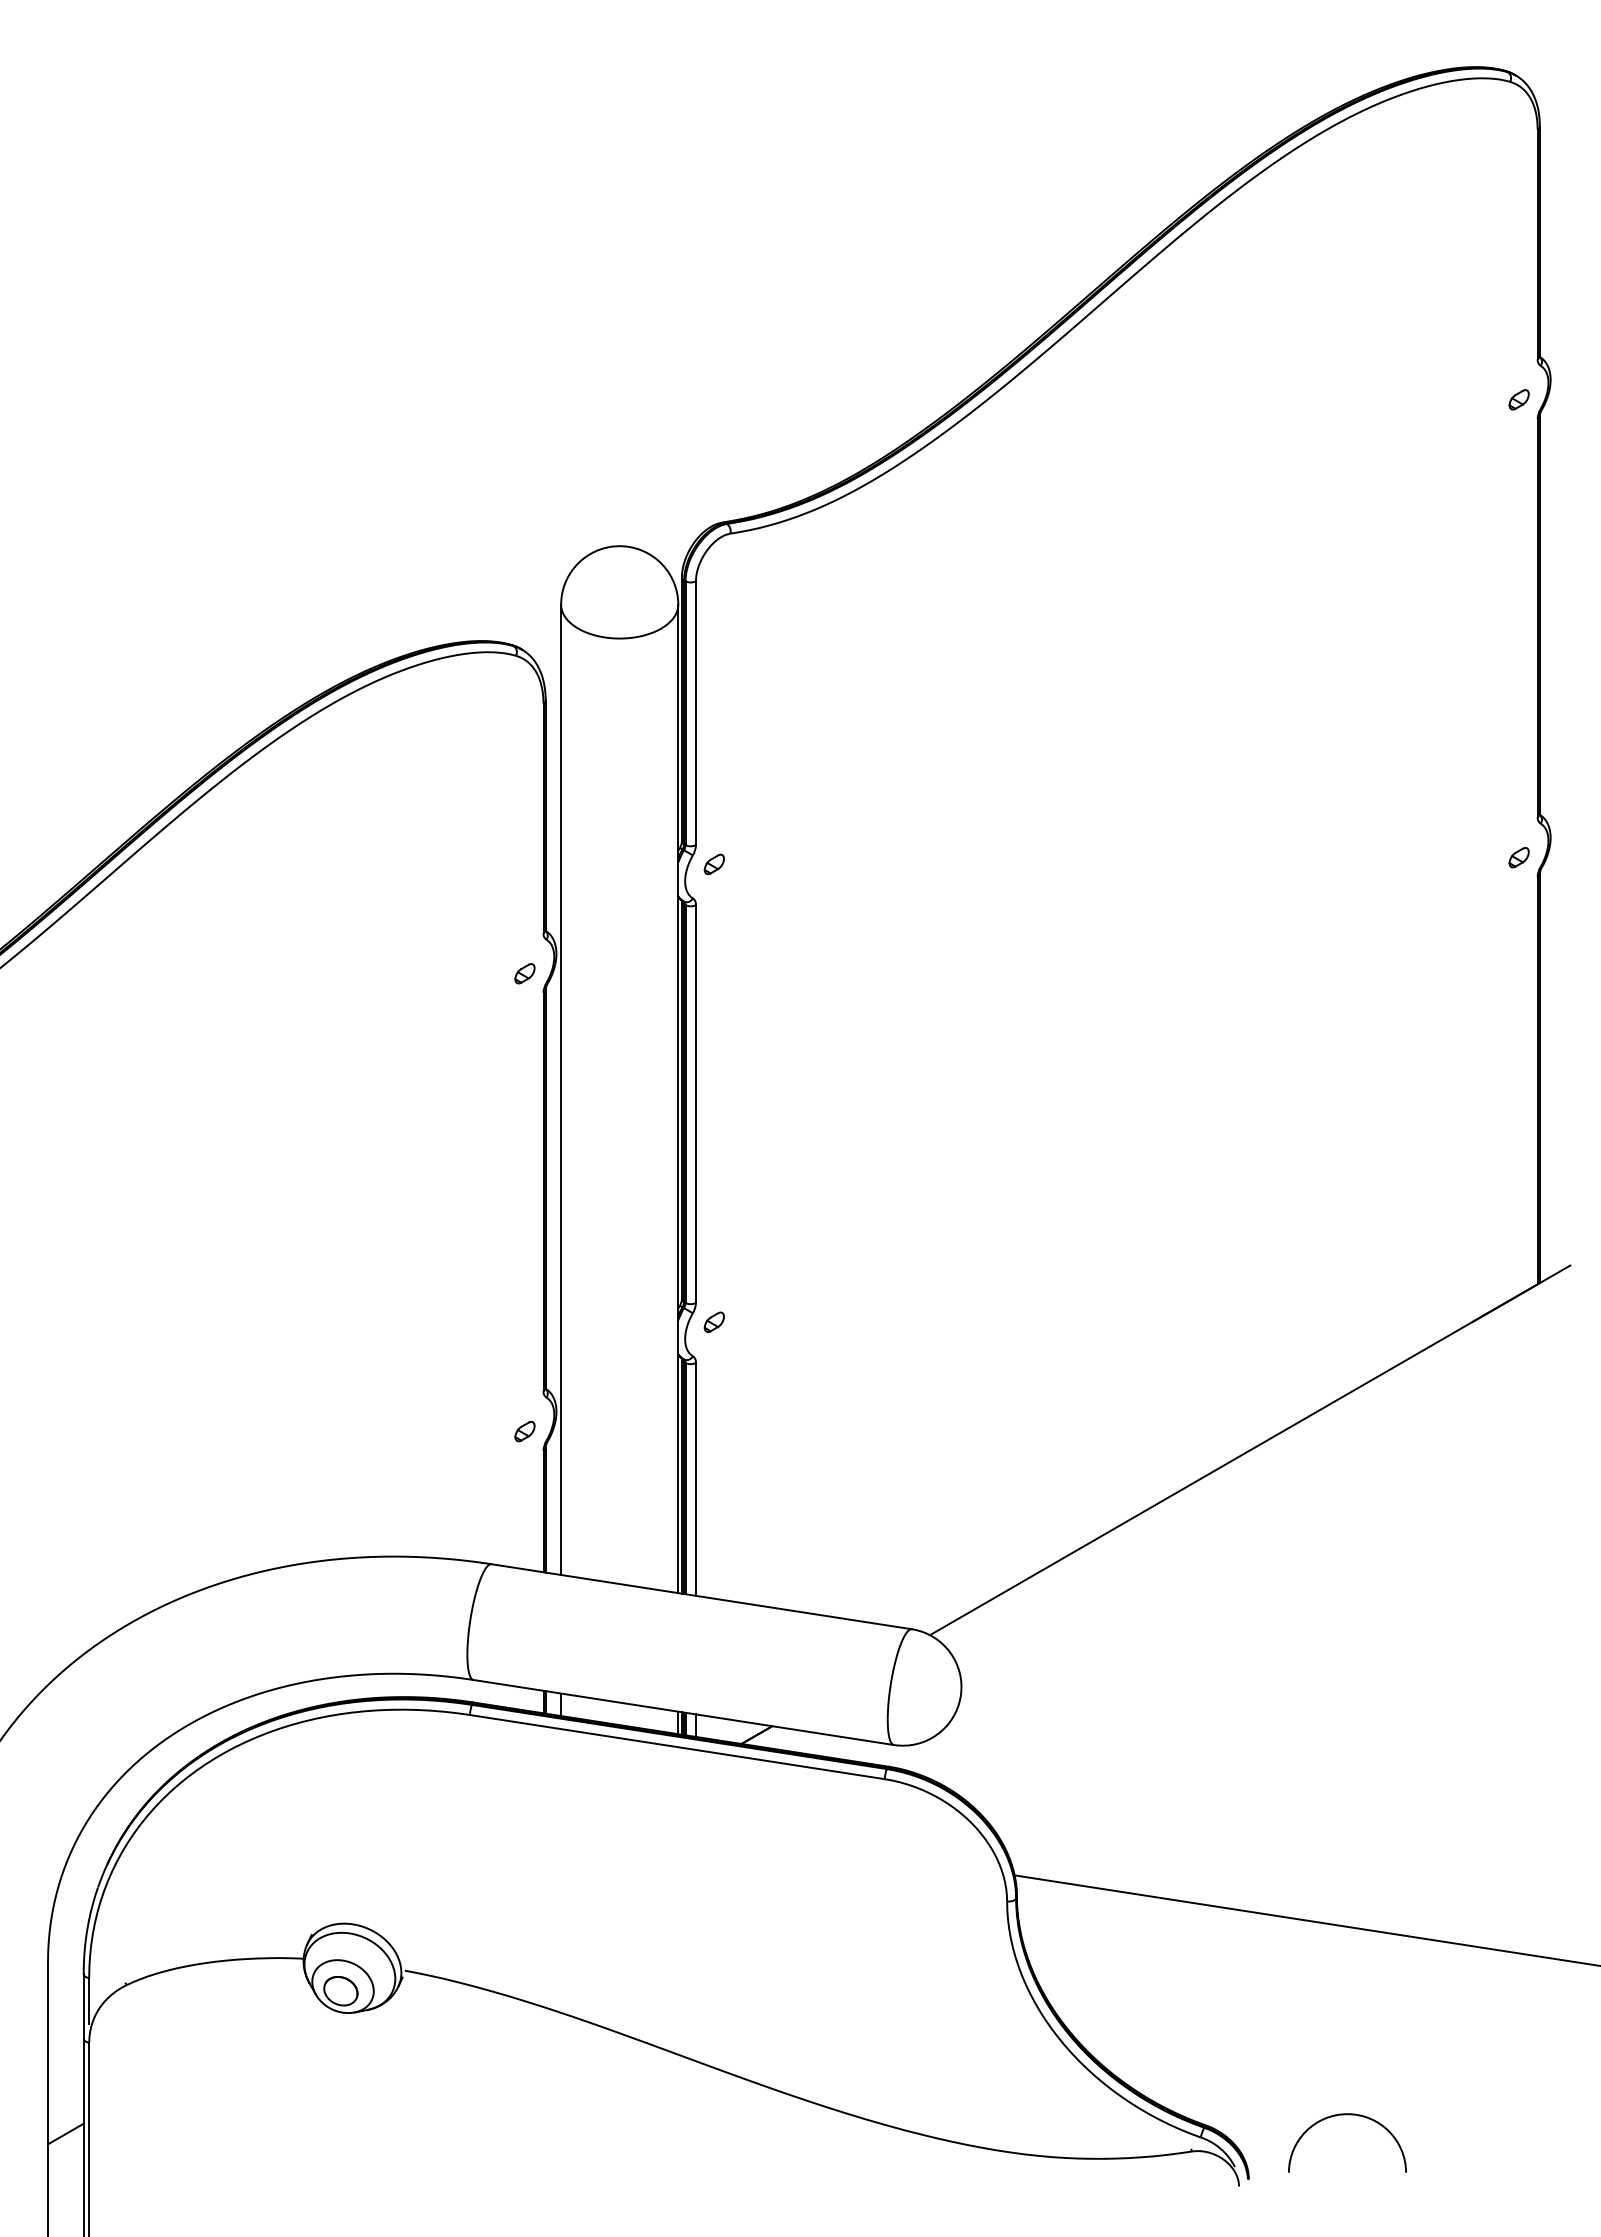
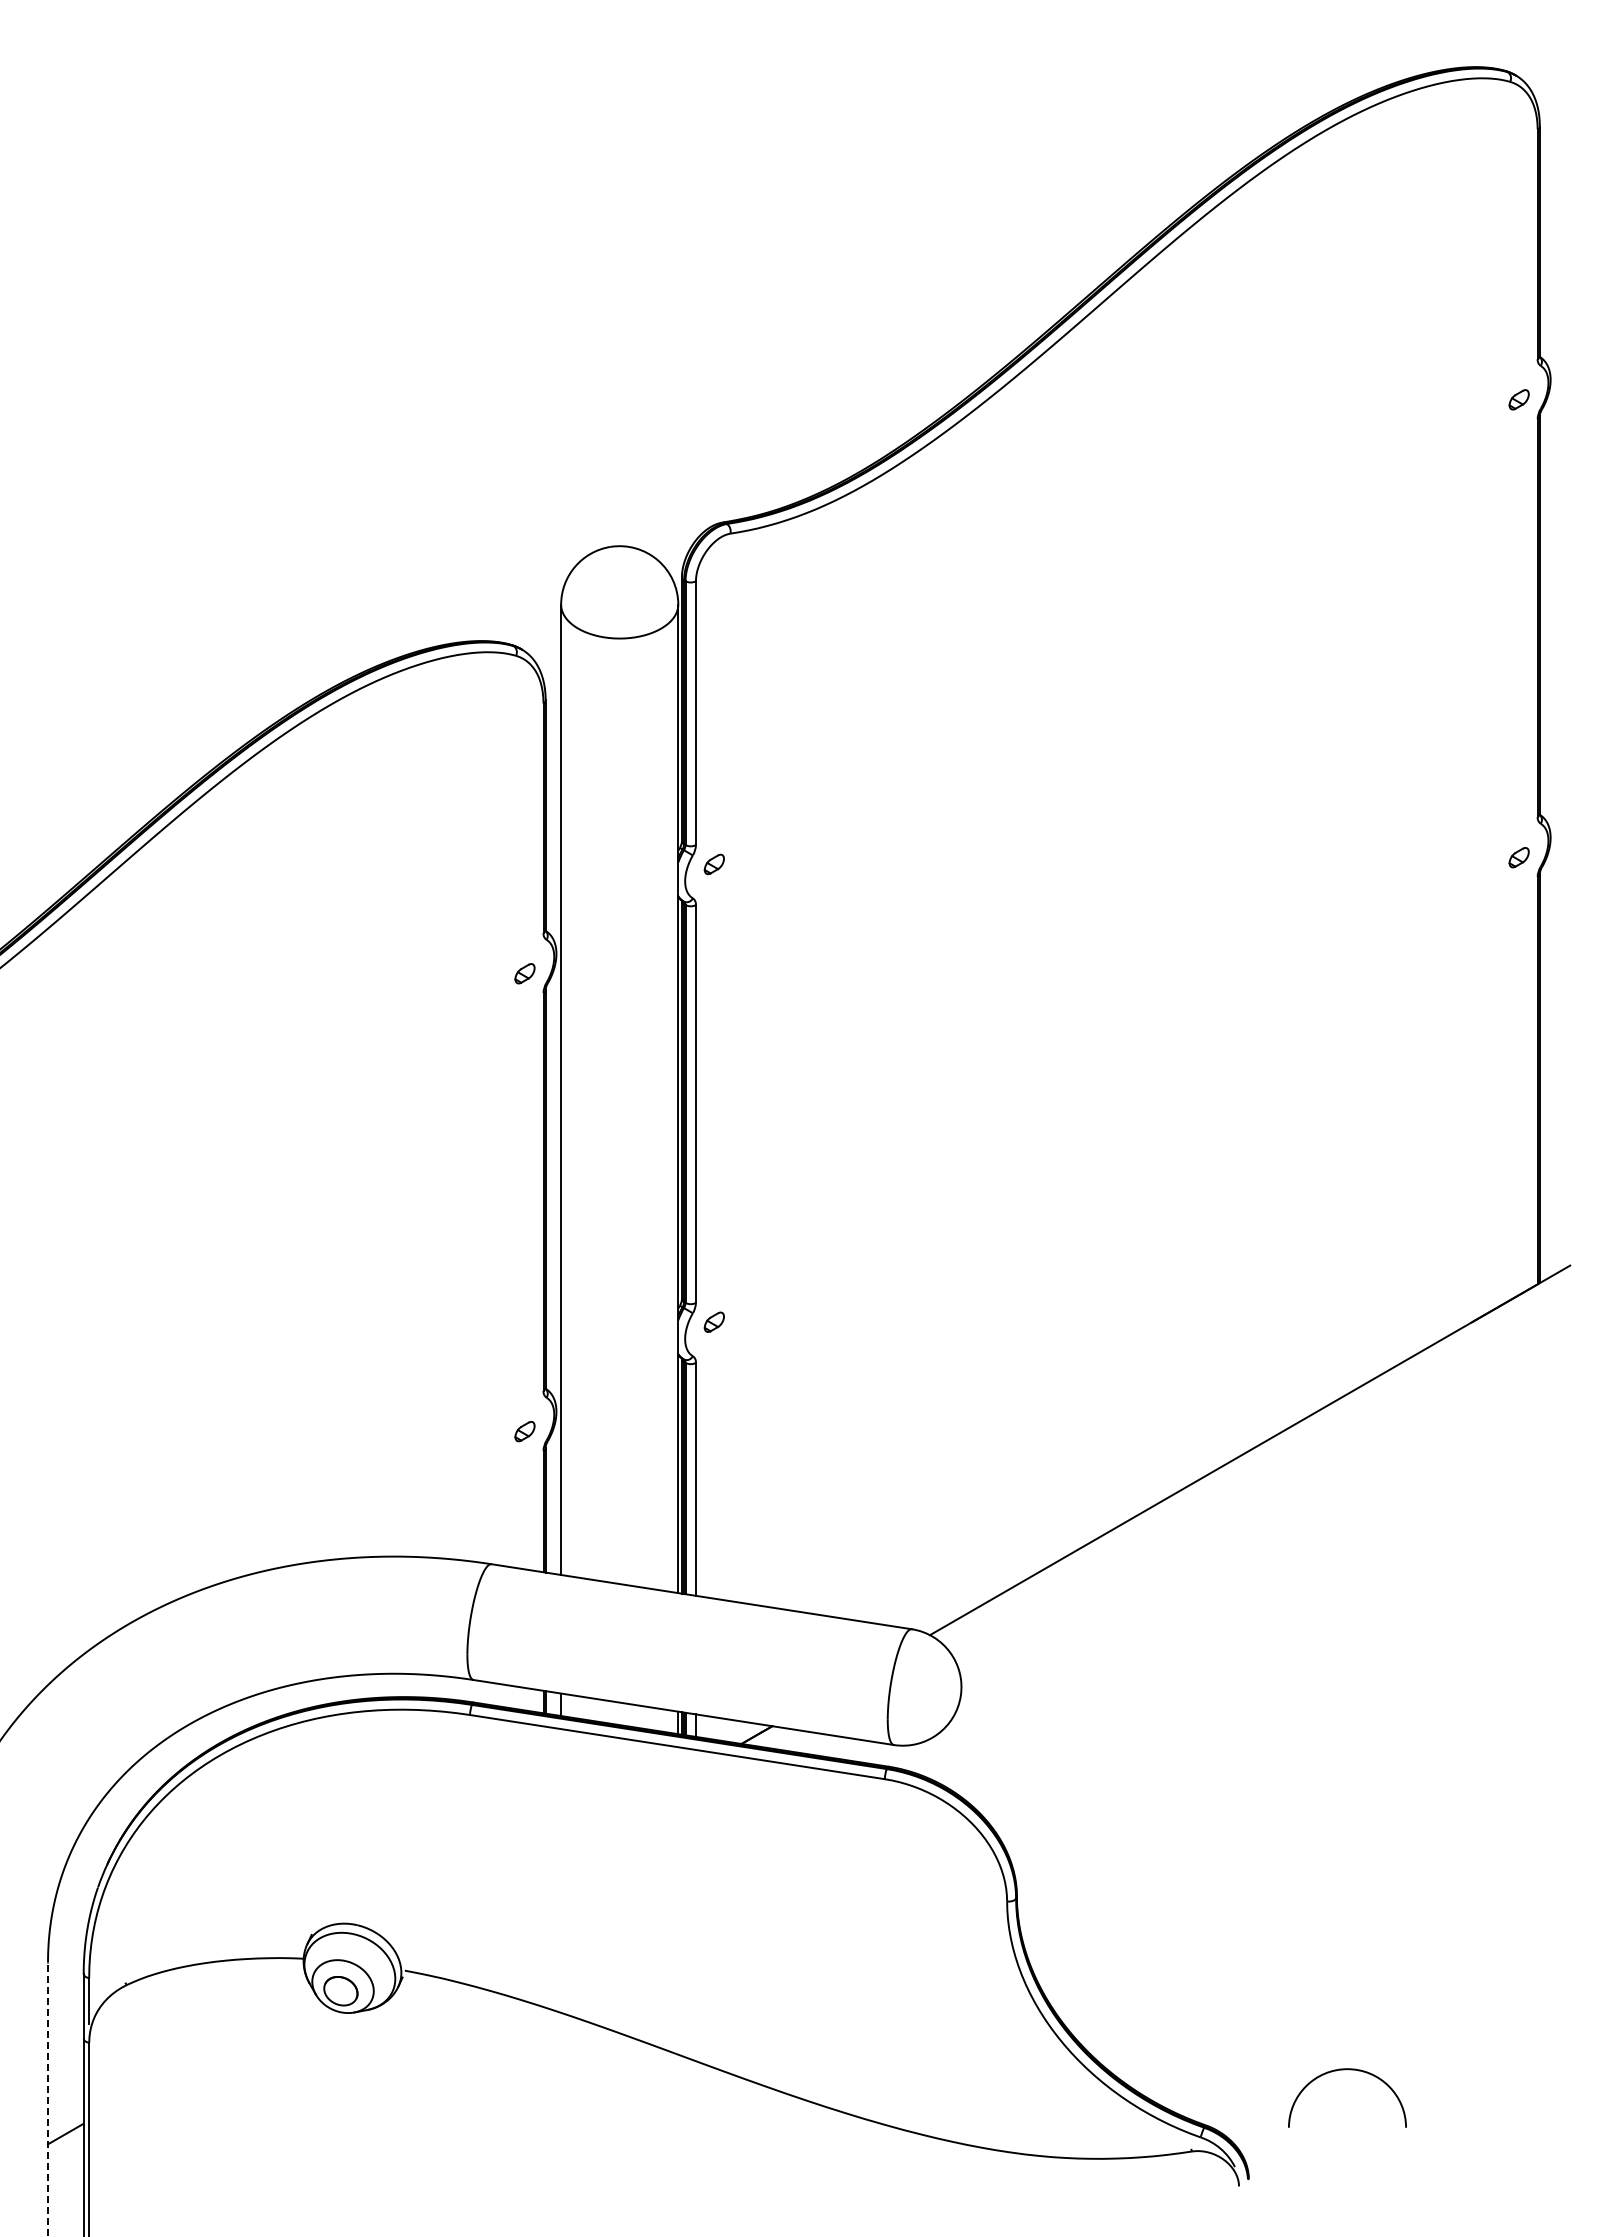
line at (1305, 1920): present -> none
line at (48, 2099): solid -> dashed
arc at (1347, 2115) position: (1347, 2115) -> (1347, 2070)
